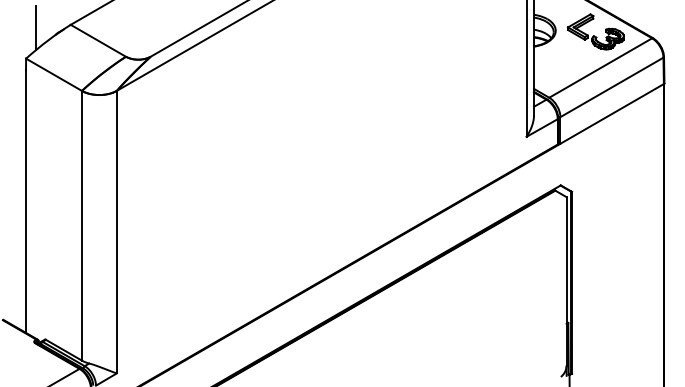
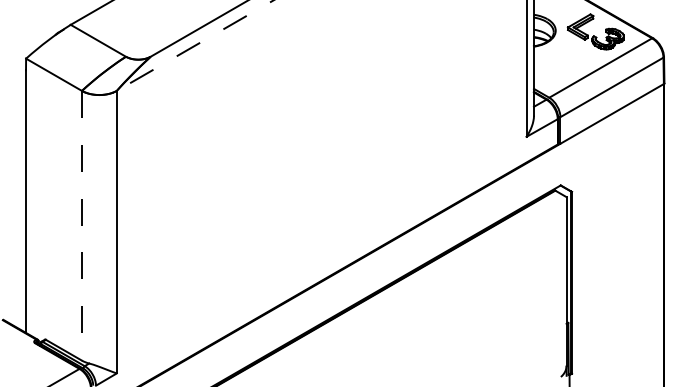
line at (36, 27): present -> none
line at (195, 45): solid -> dashed
line at (81, 225): solid -> dashed
